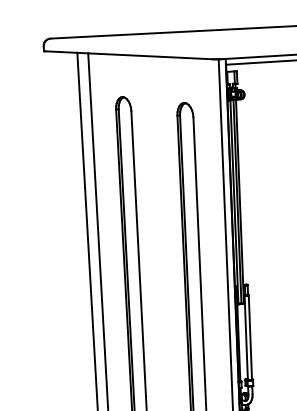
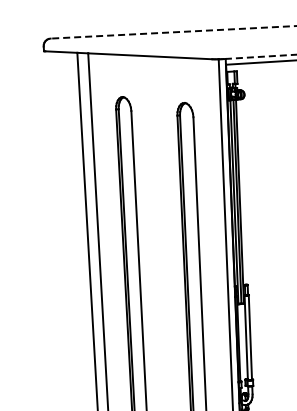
line at (173, 32): solid -> dashed
line at (260, 56): solid -> dashed
